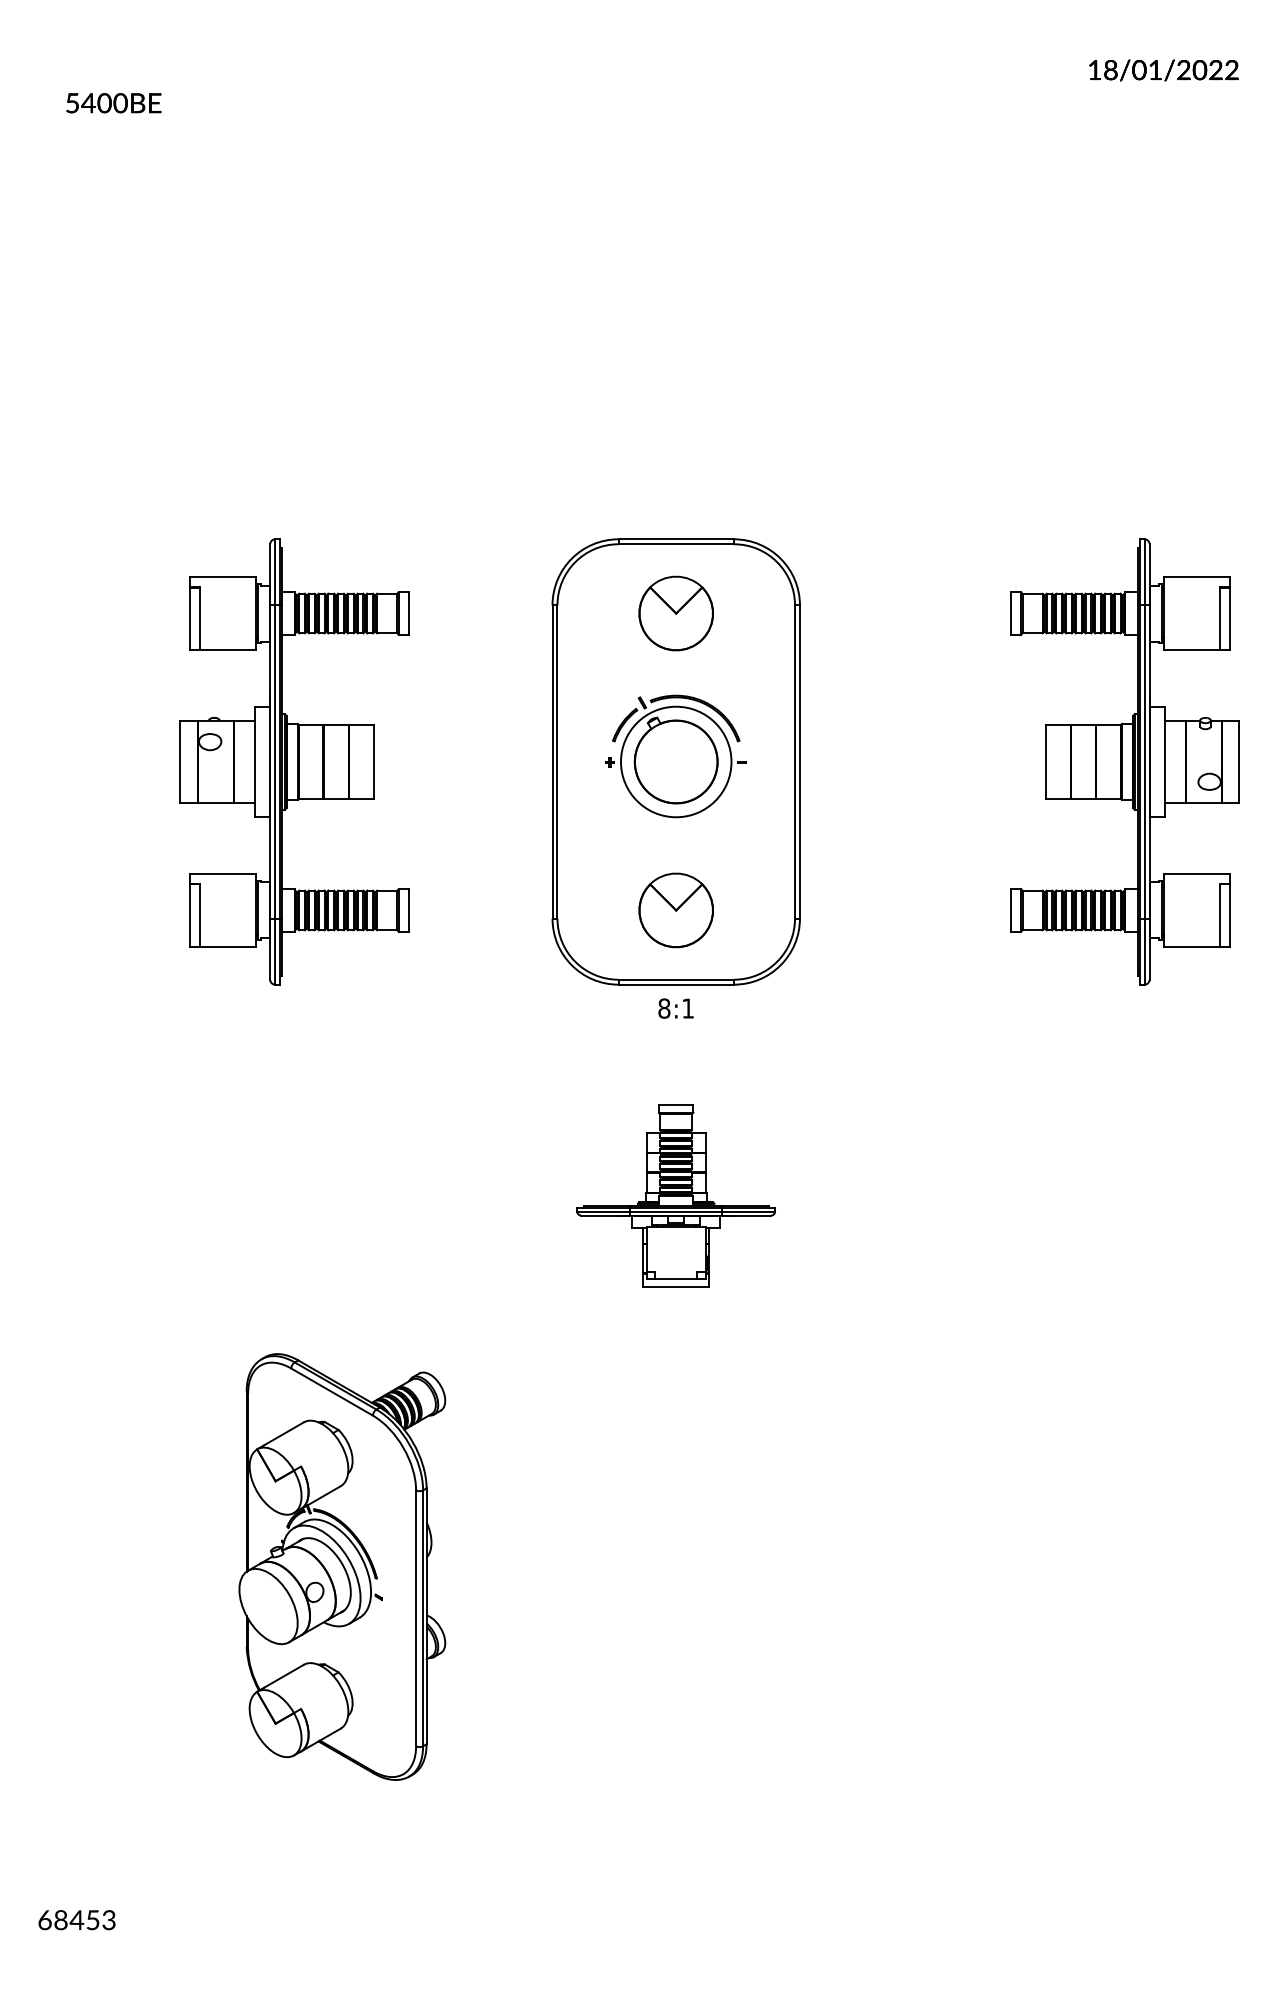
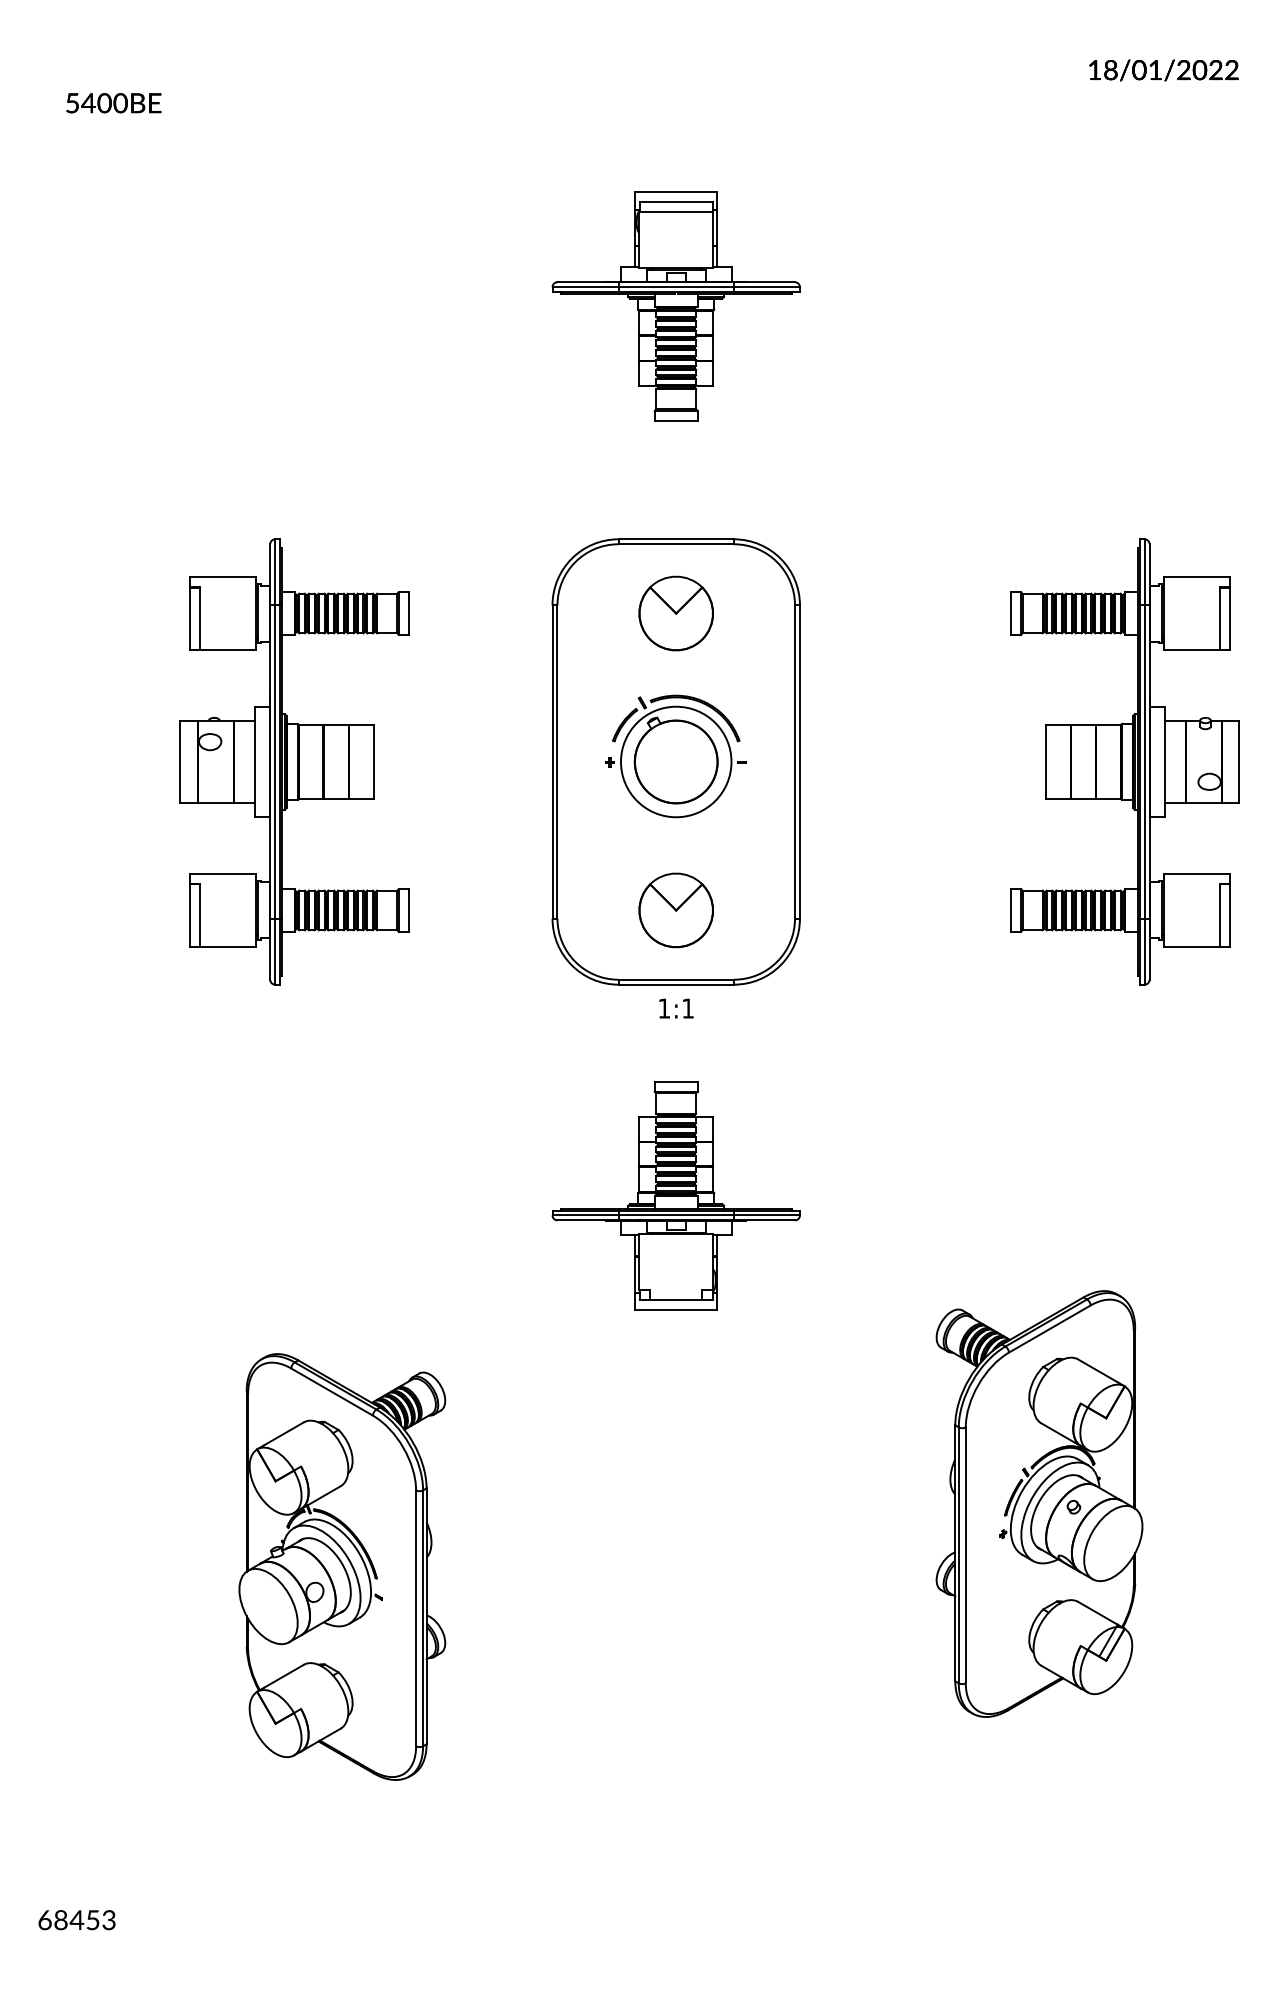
part at (675, 306): none -> present
text at (664, 1008): 8:1 -> 1:1
part at (675, 1195) size: 200x184 px -> 250x230 px
part at (1039, 1503): none -> present
